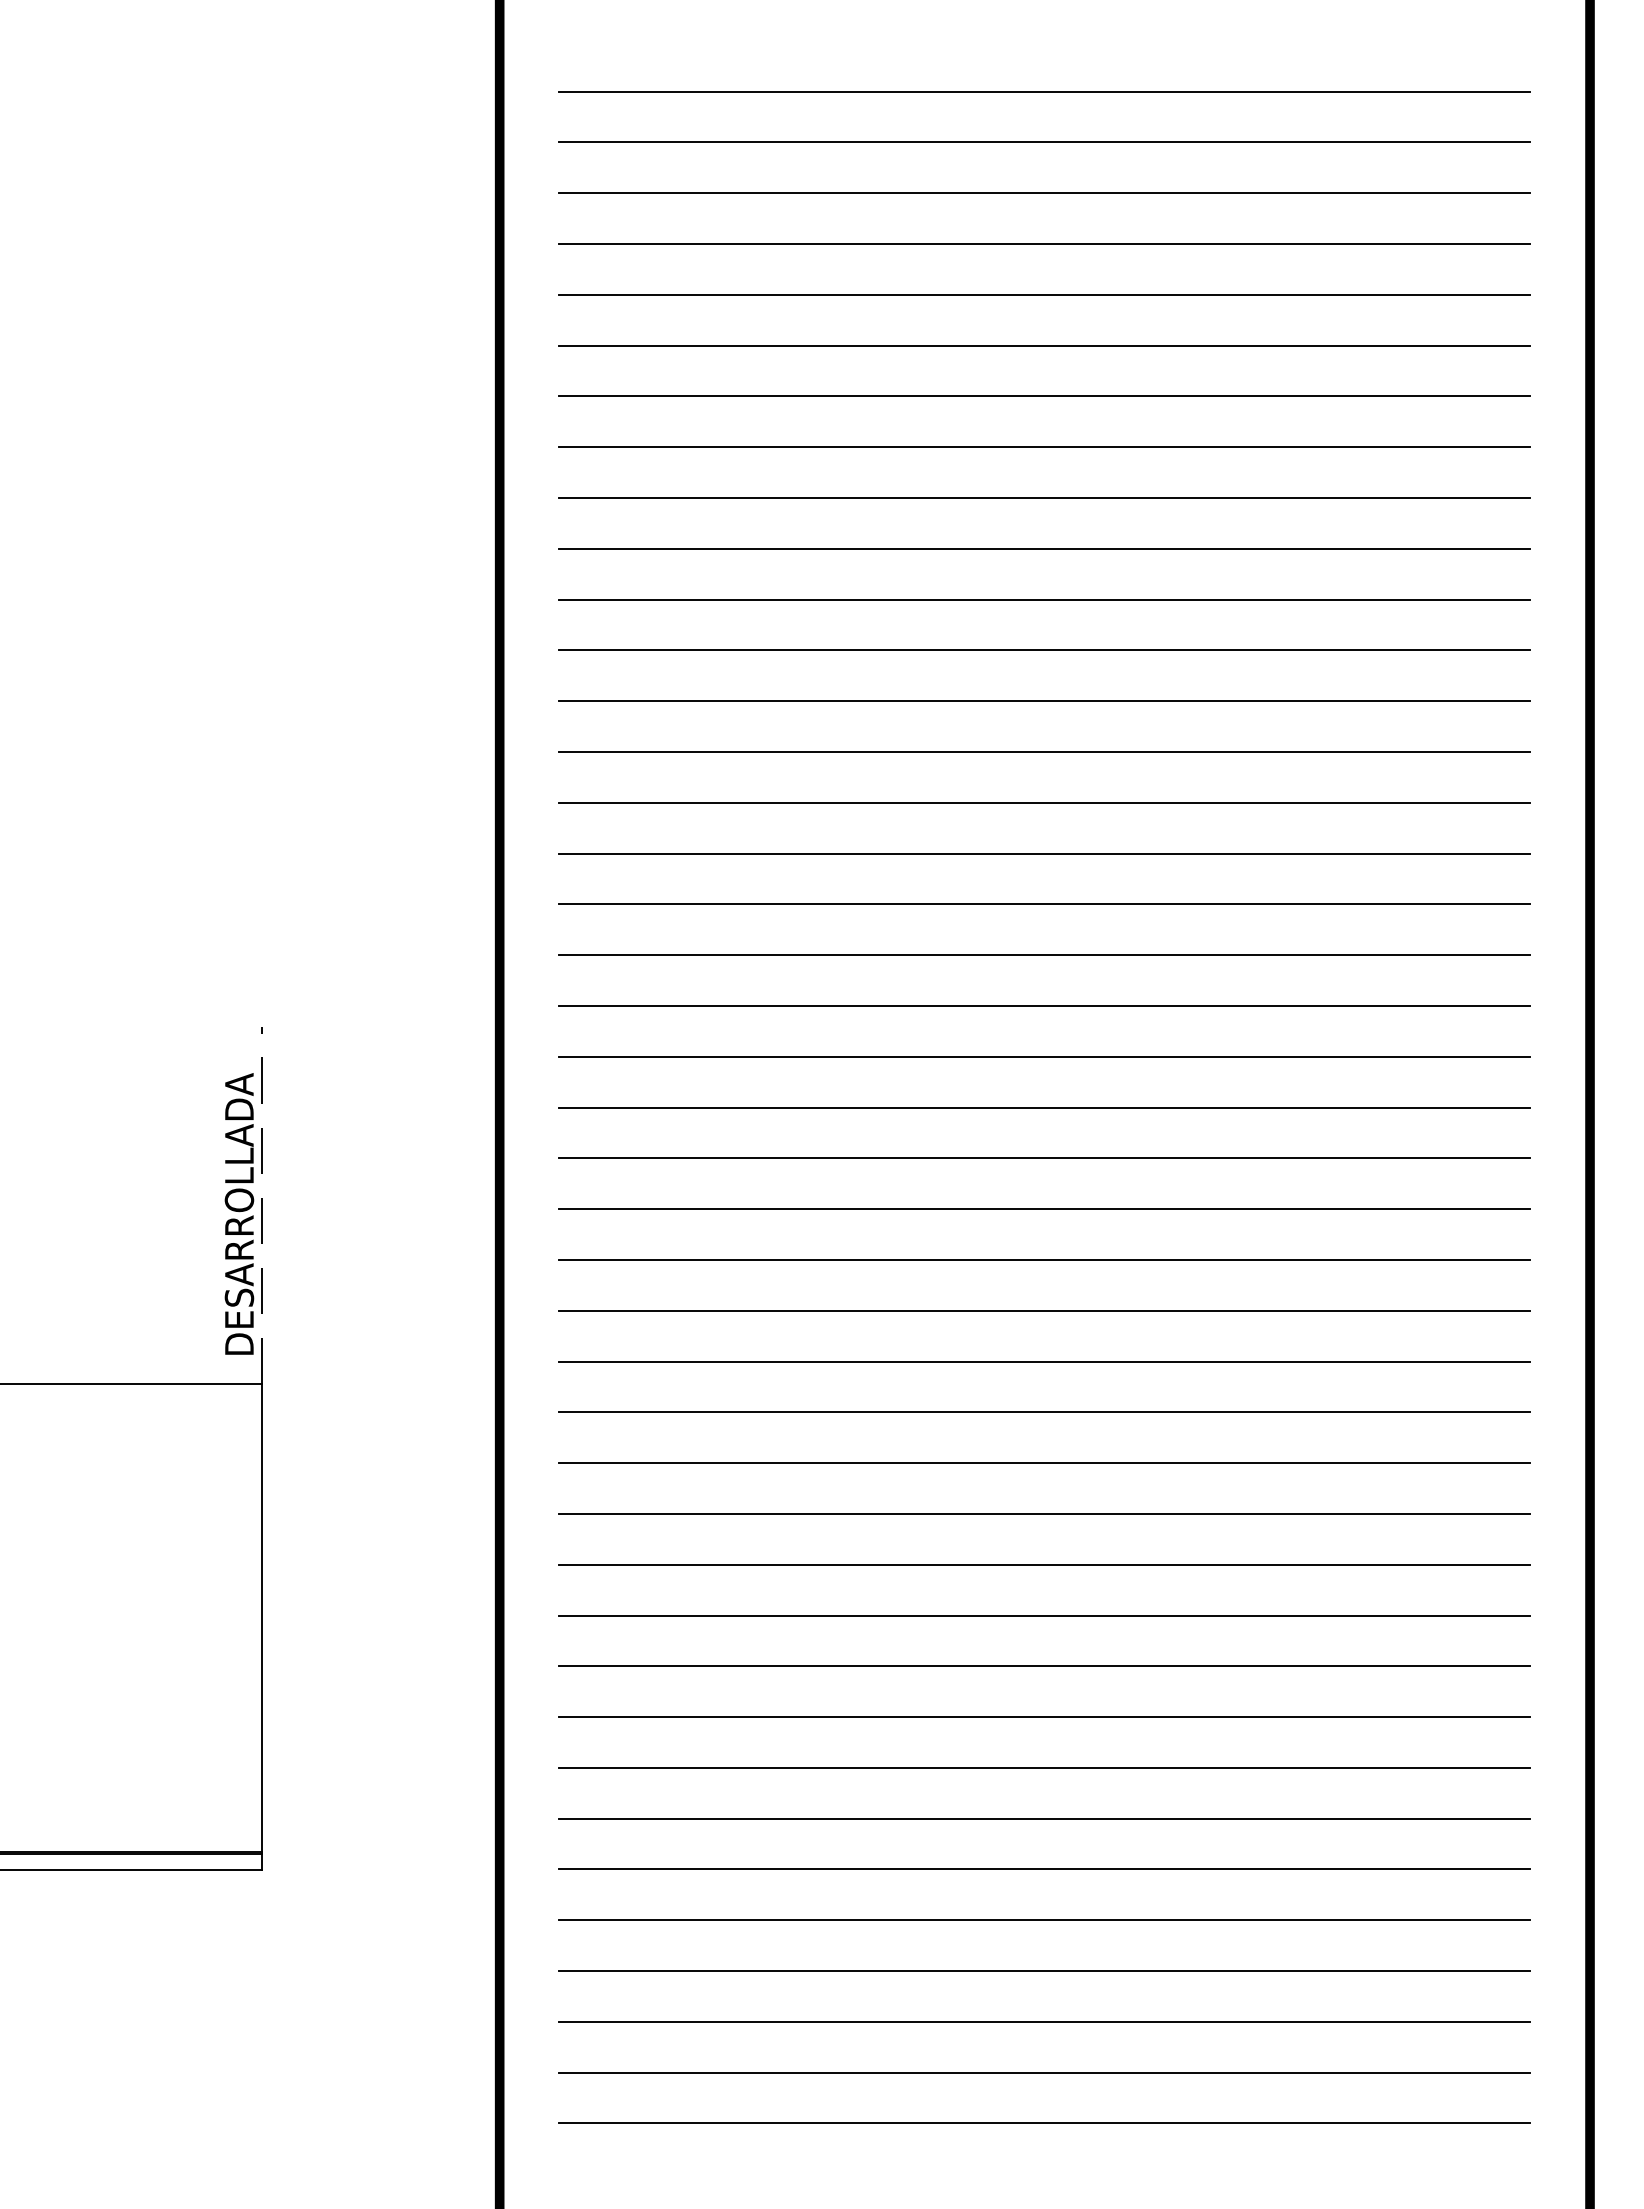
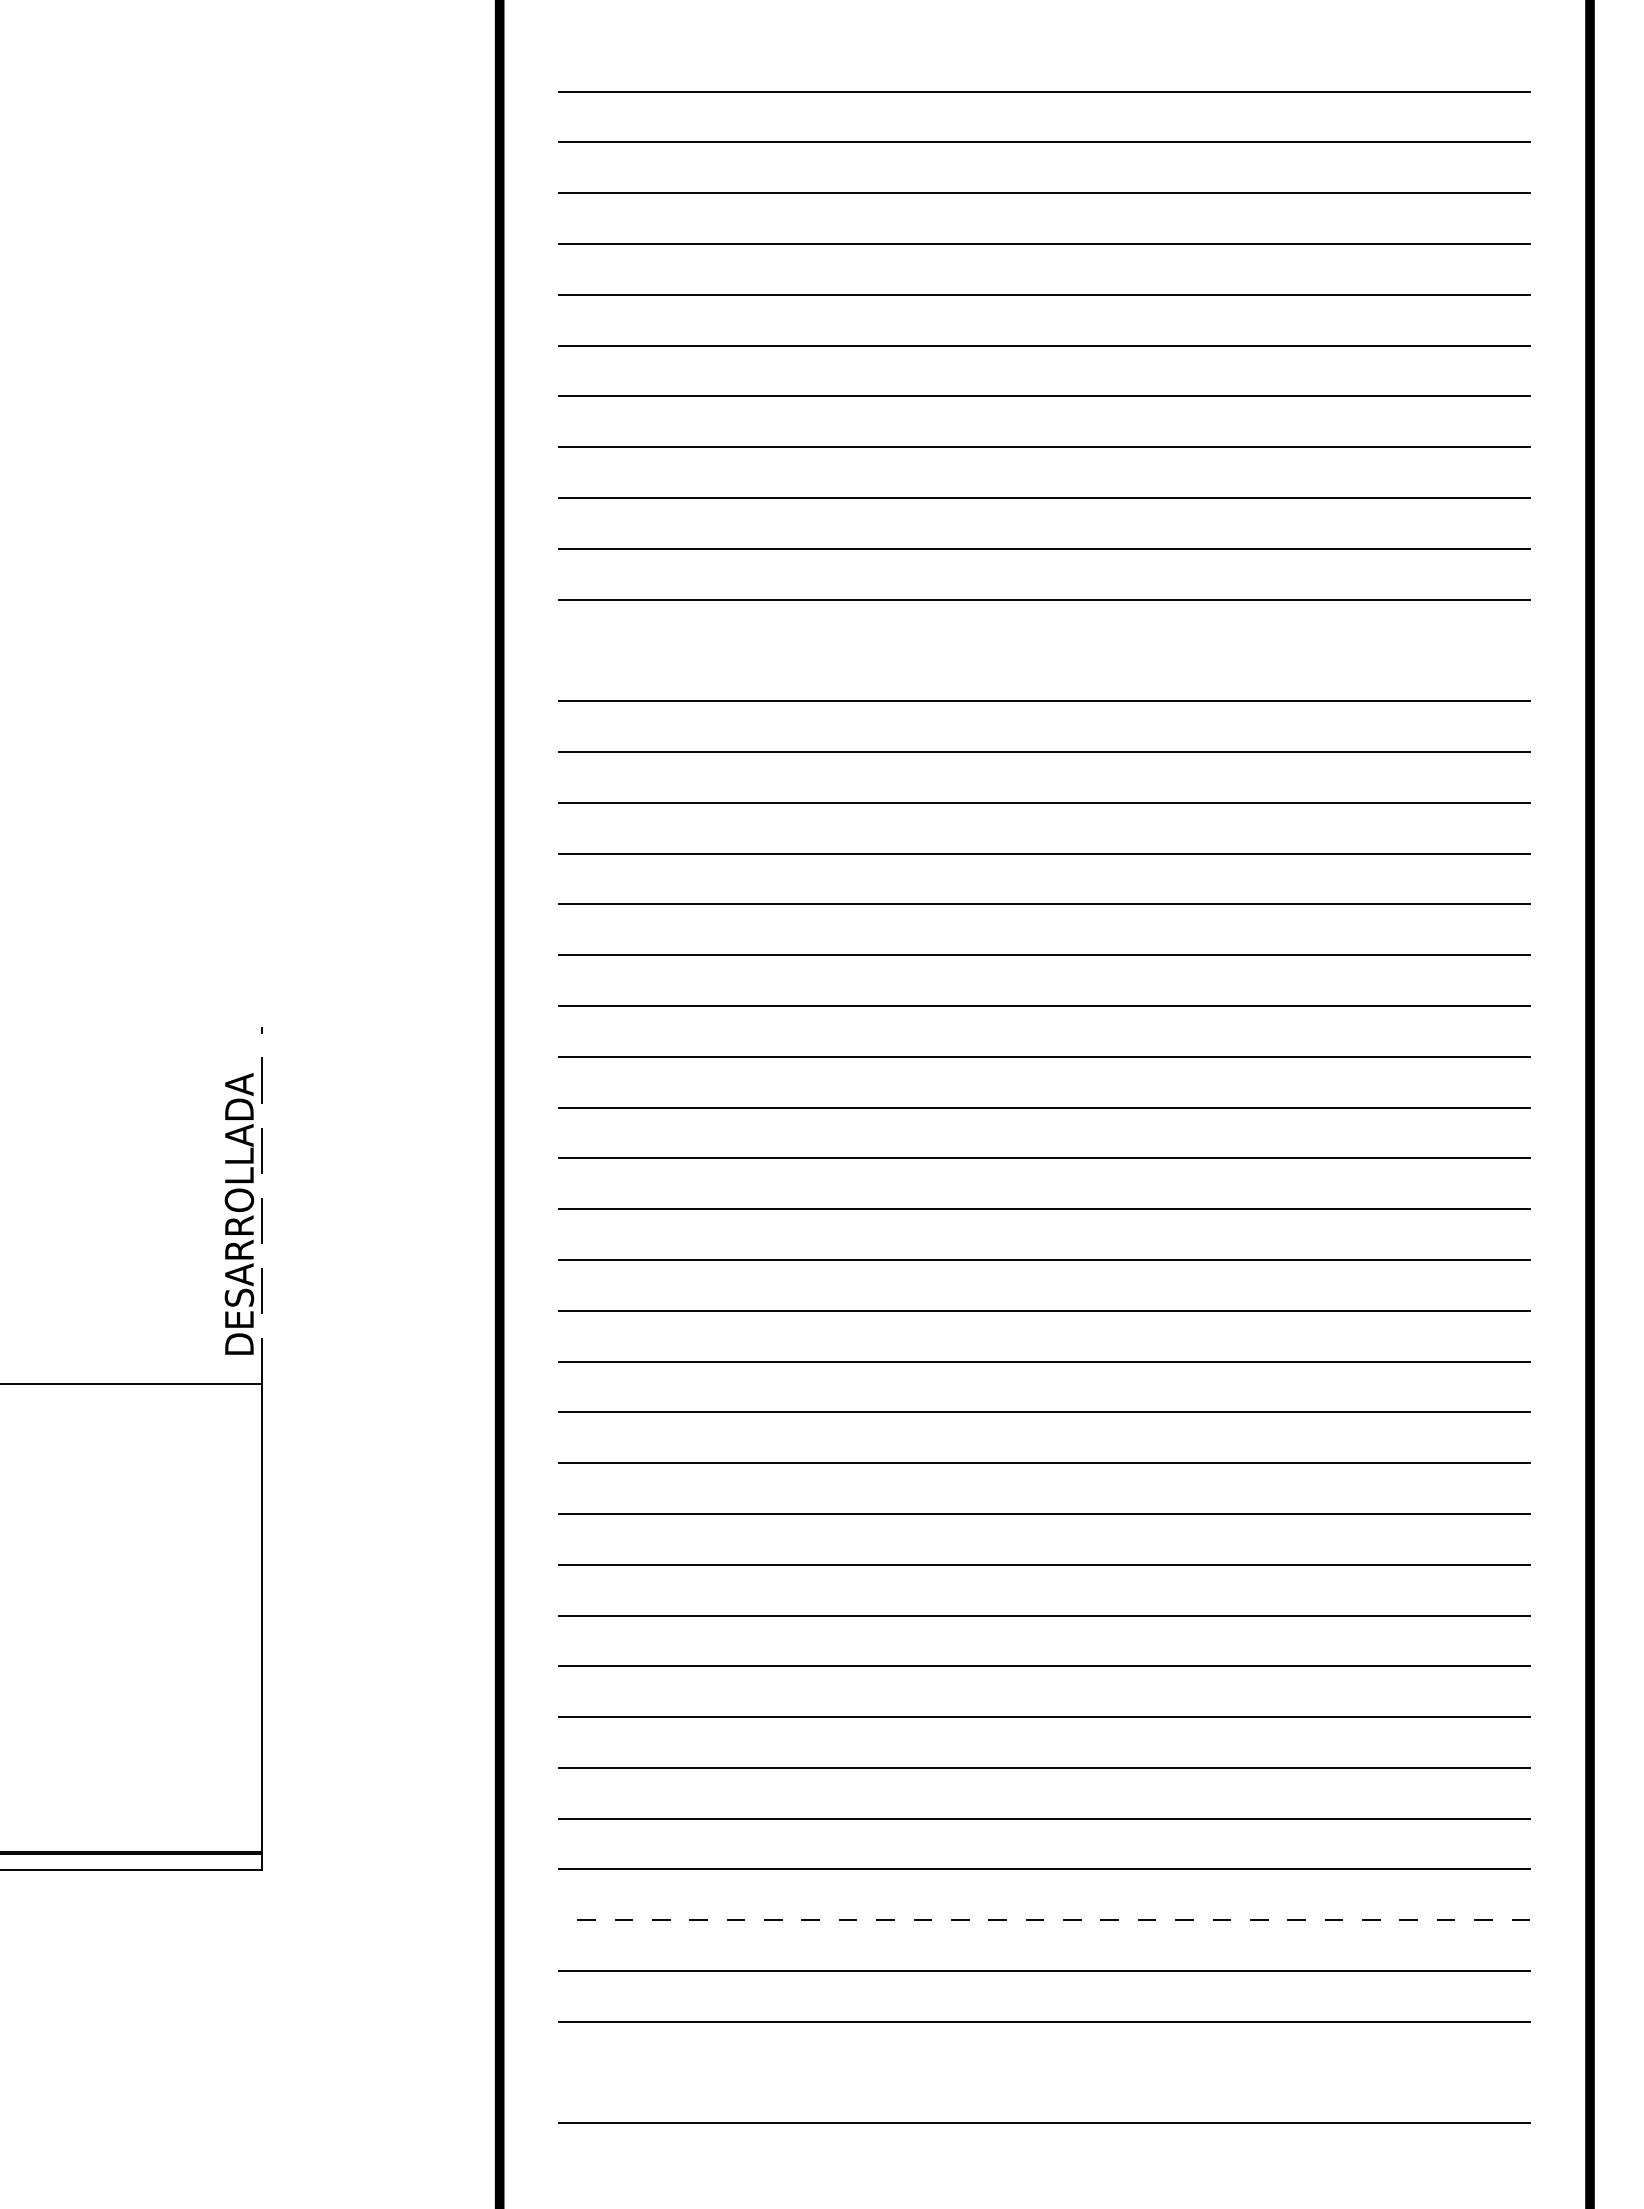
line at (1044, 650): present -> none
line at (1044, 1920): solid -> dashed
line at (1044, 2072): present -> none
